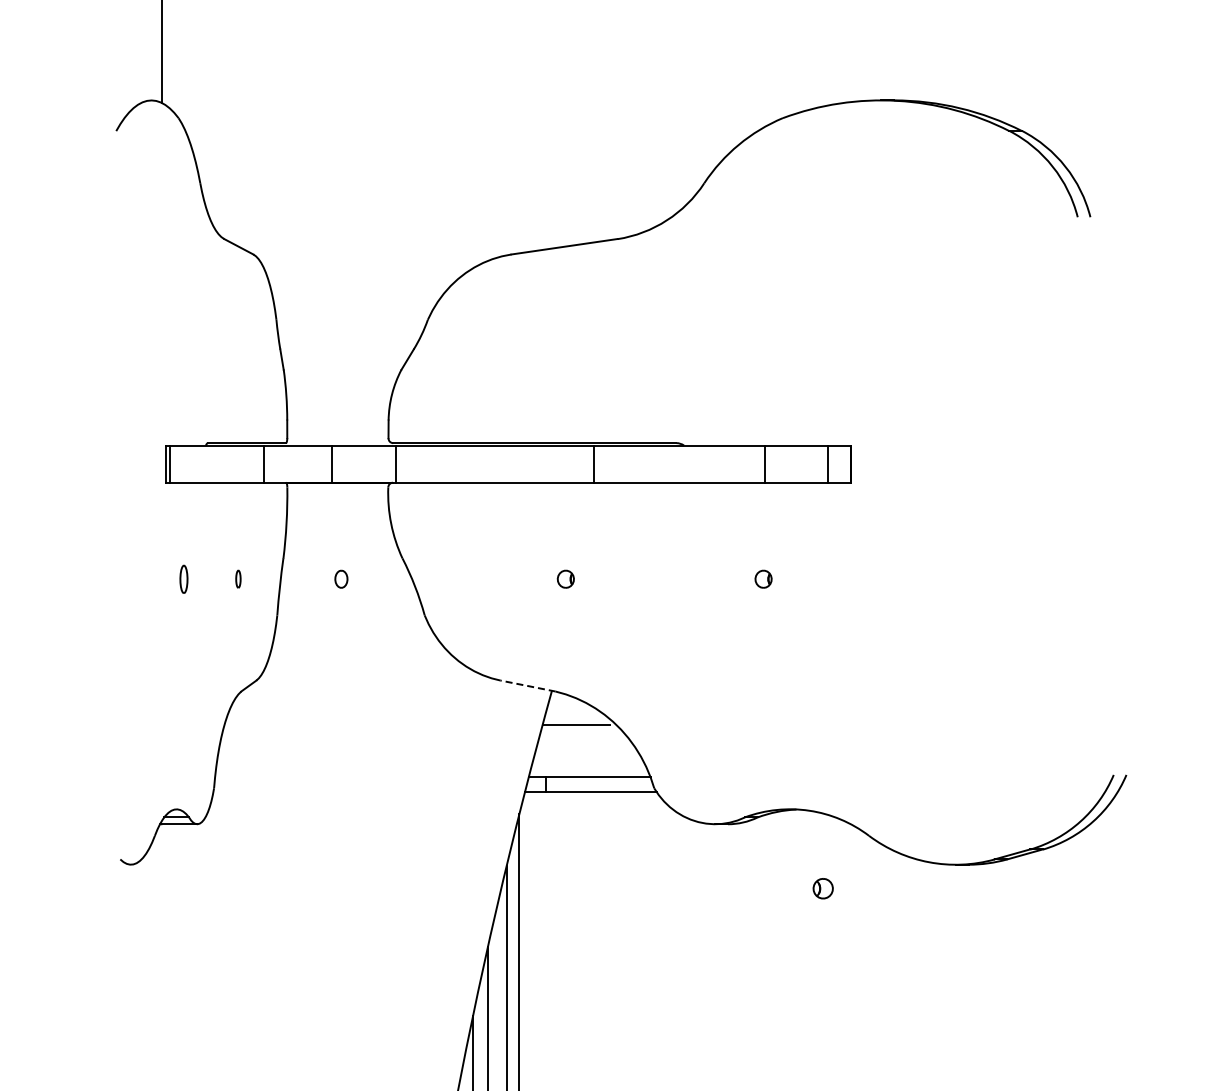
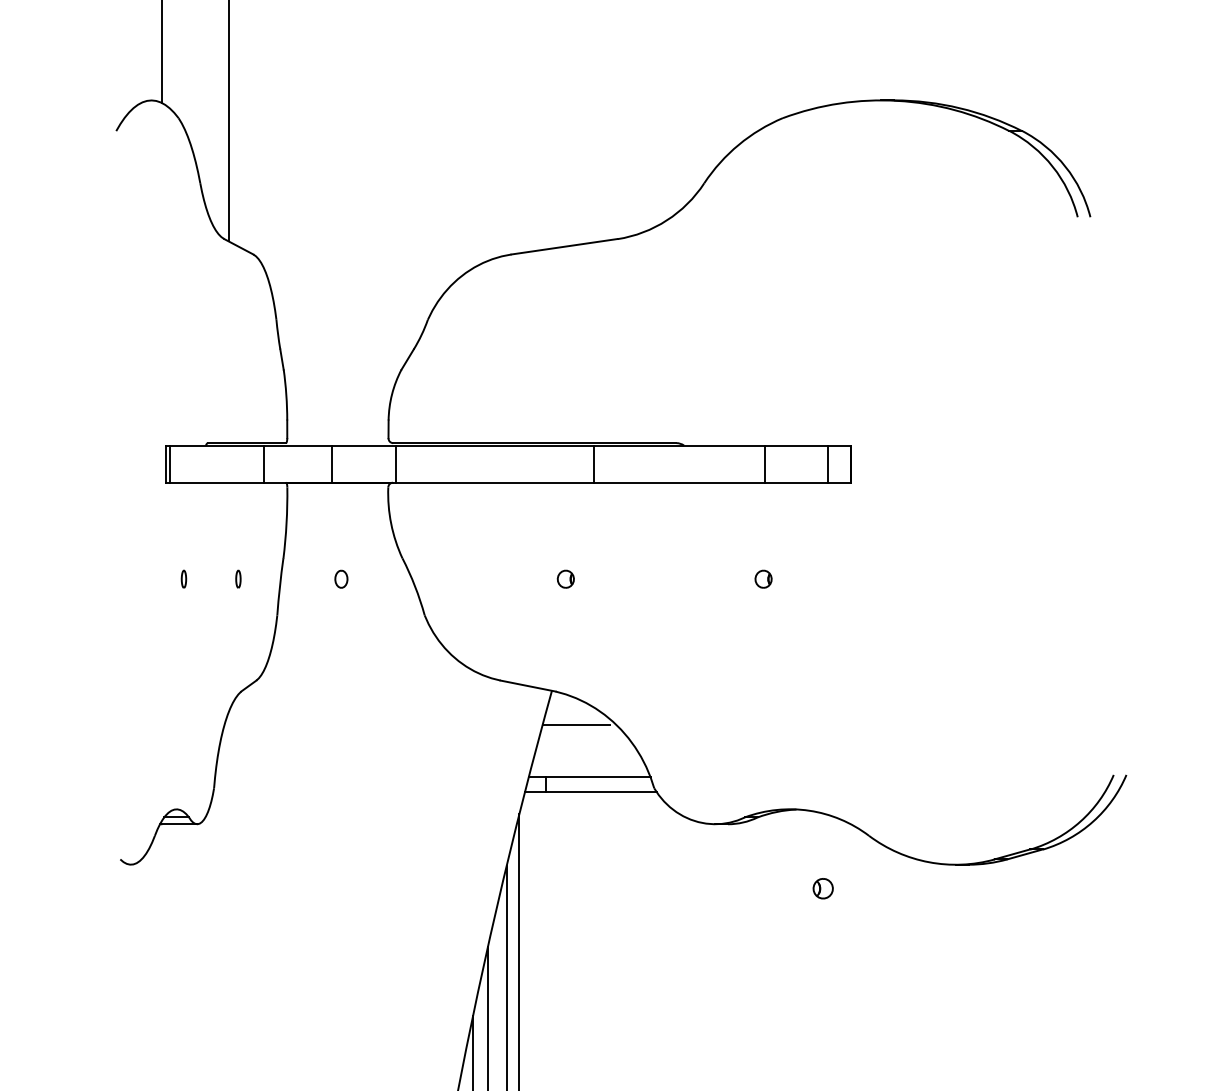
line at (228, 121): none -> present
part at (183, 578) size: 10x30 px -> 8x20 px
line at (527, 685): dashed -> solid
